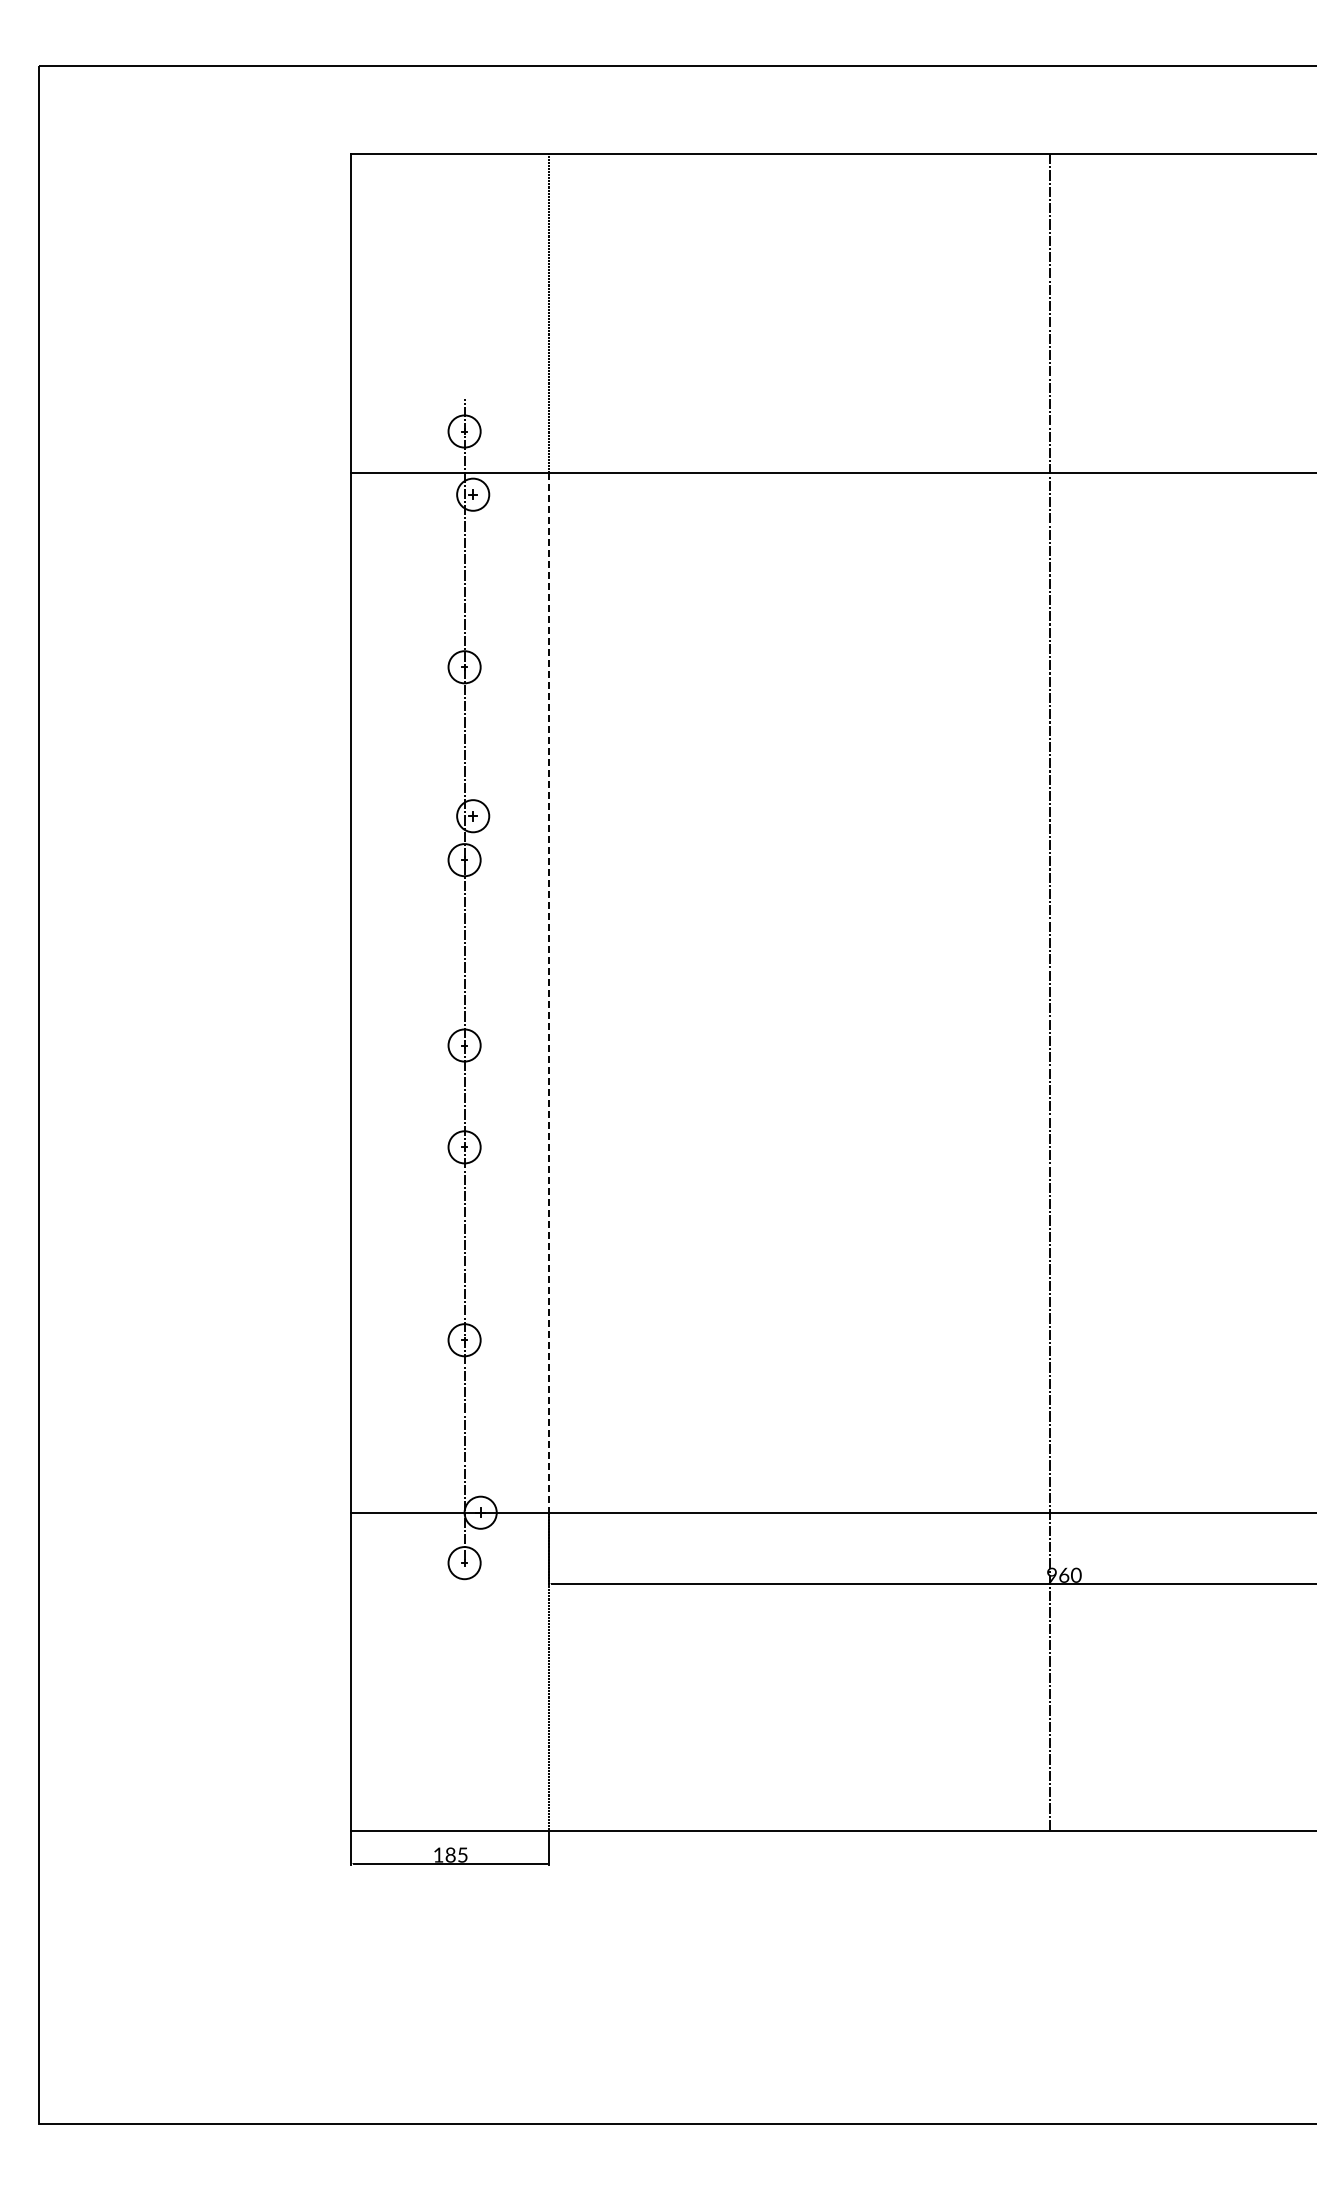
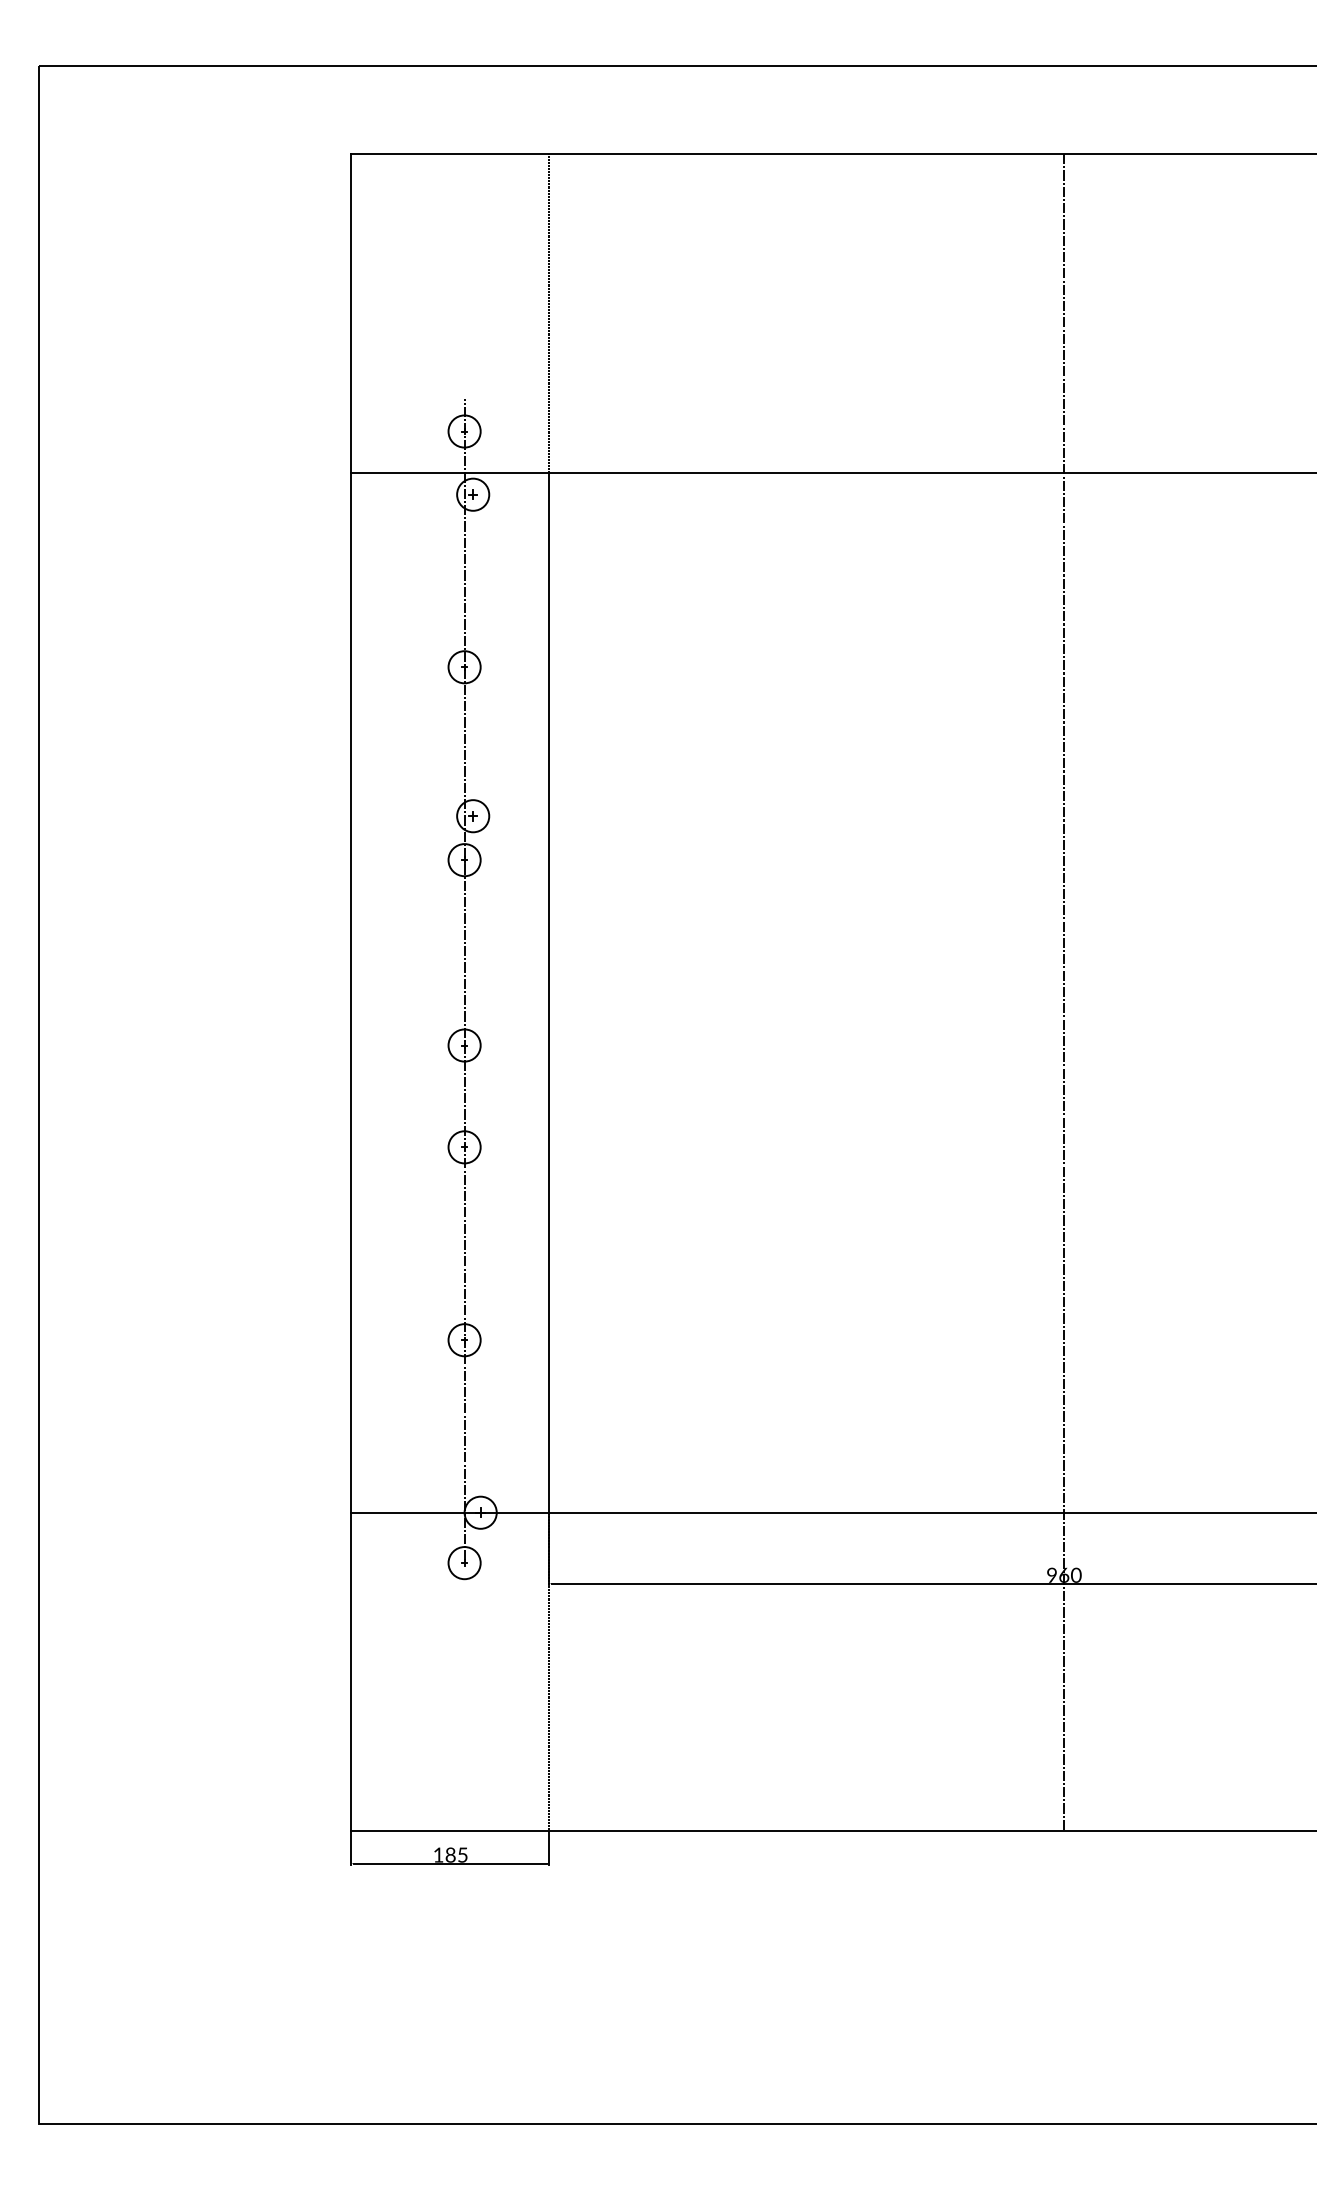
line at (1049, 992) position: (1049, 992) -> (1063, 992)
line at (549, 993): dashed -> solid
